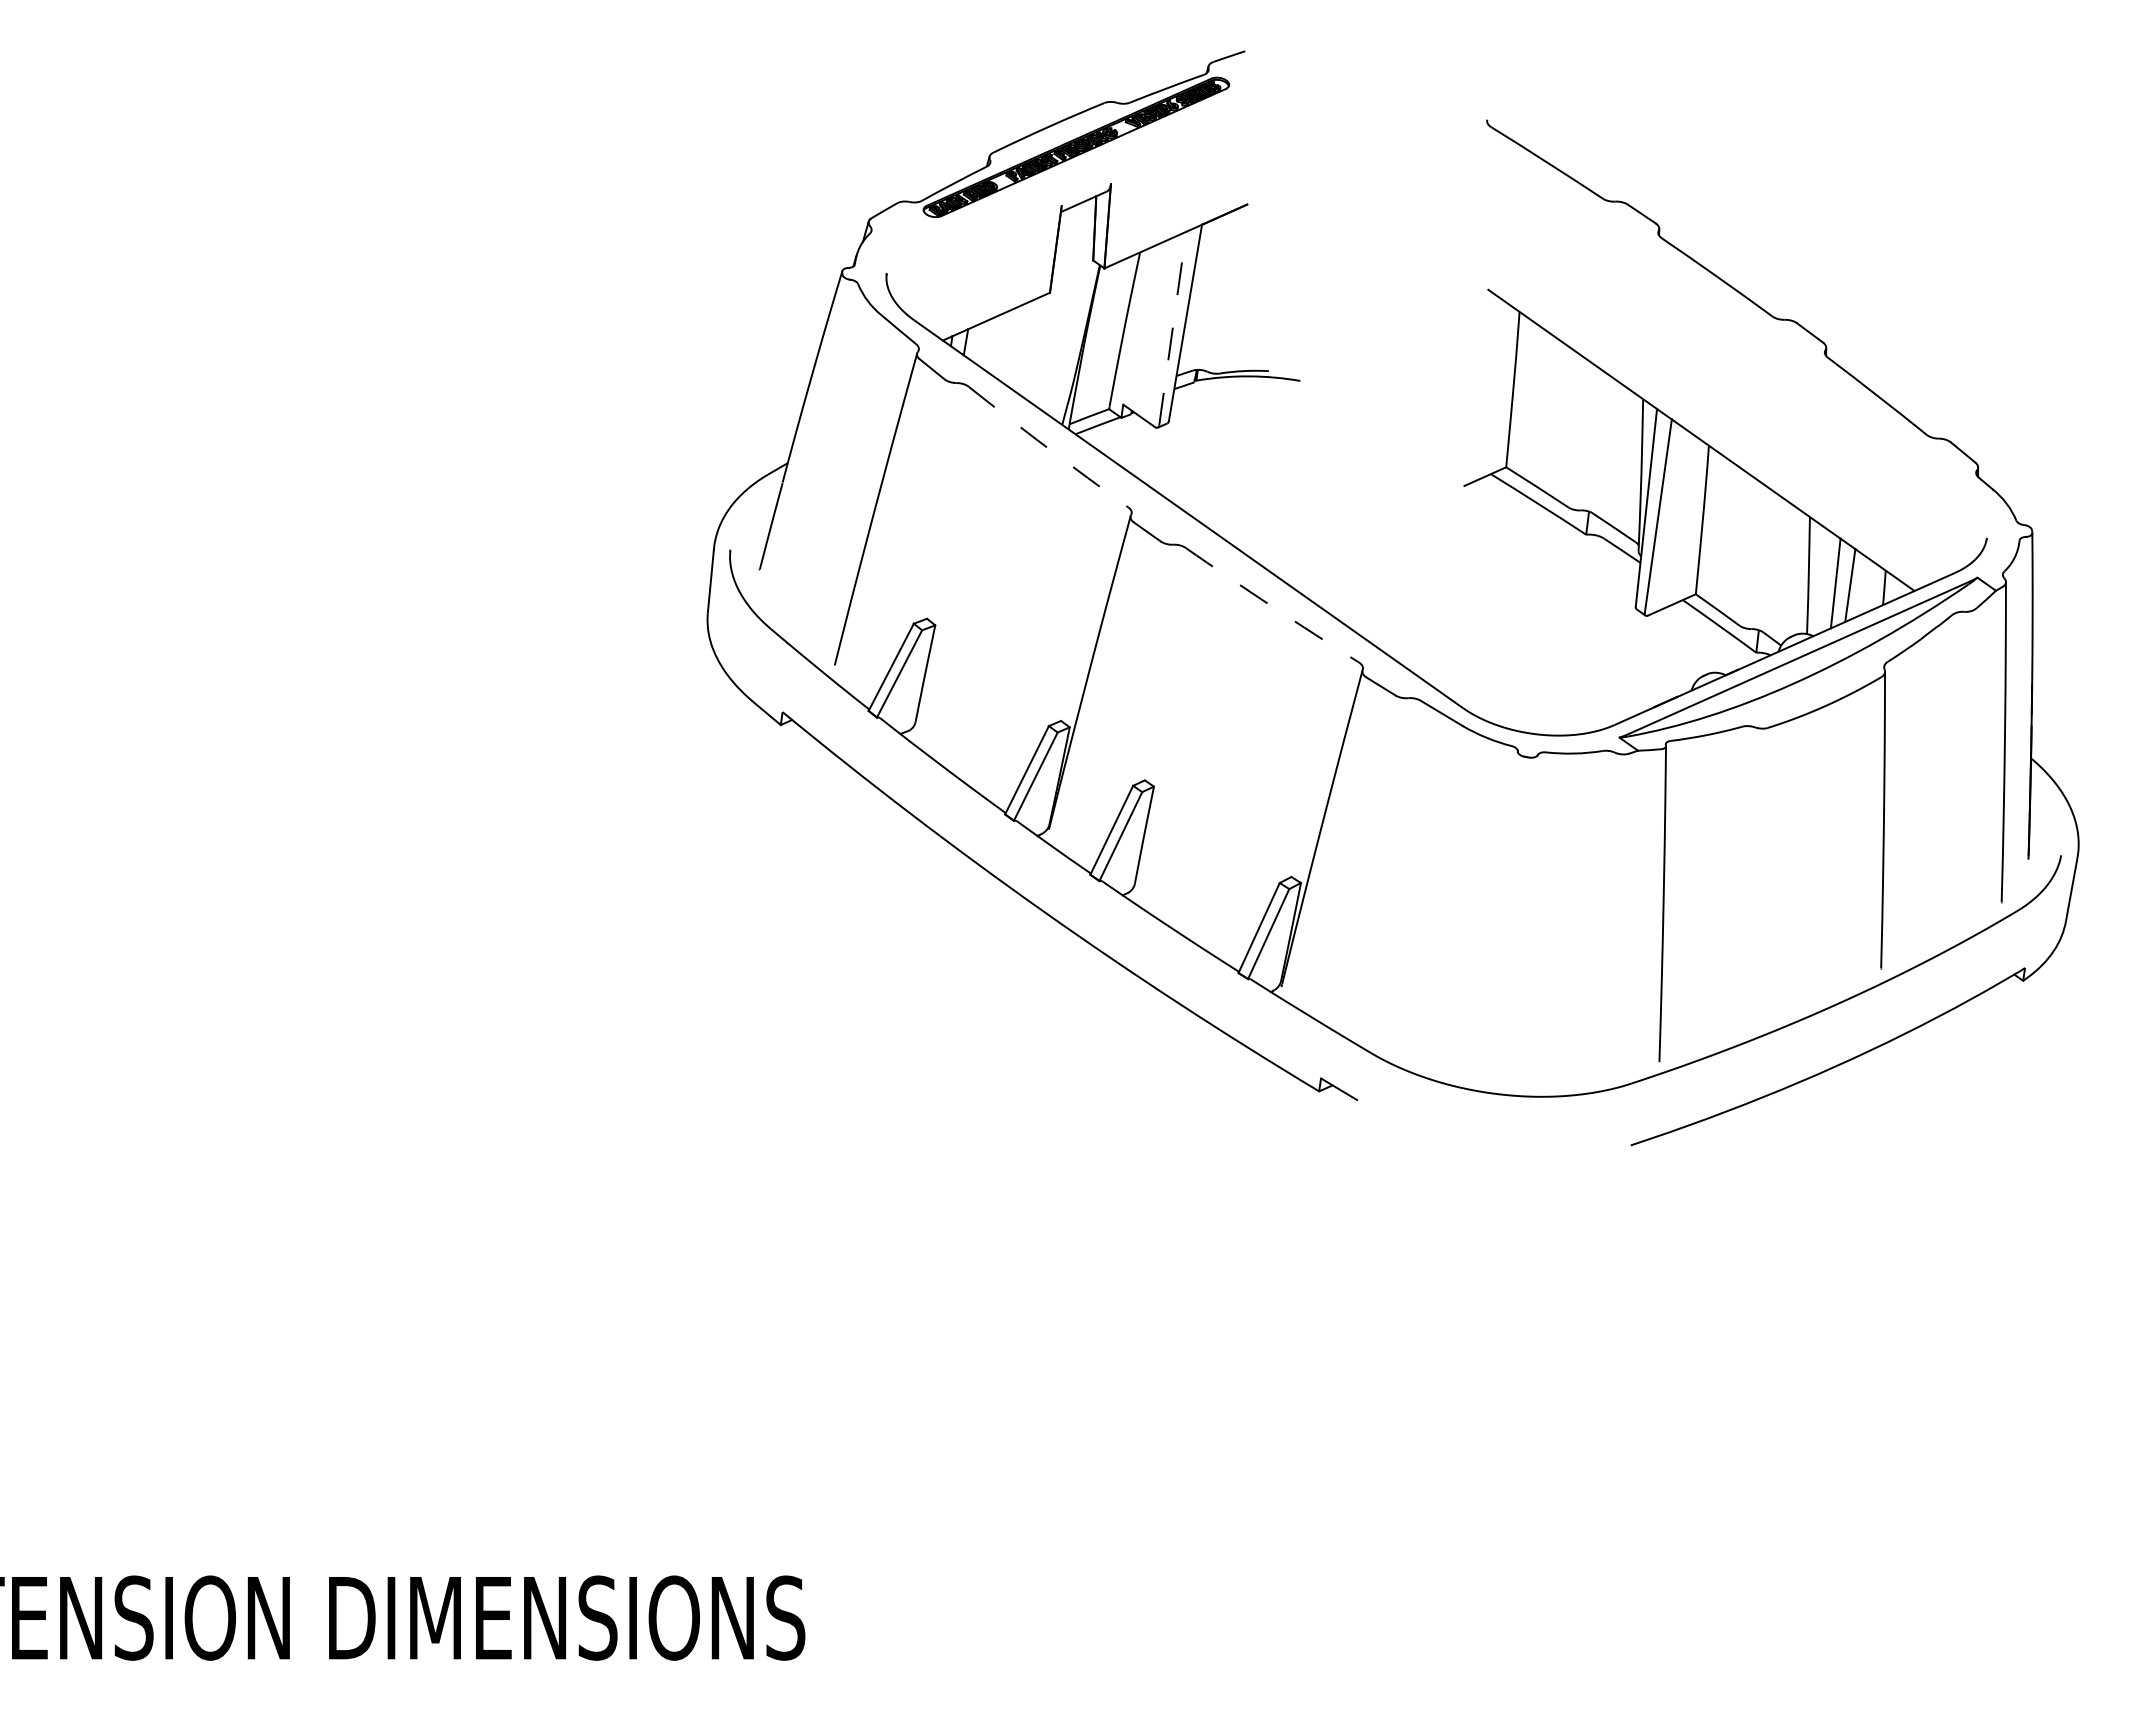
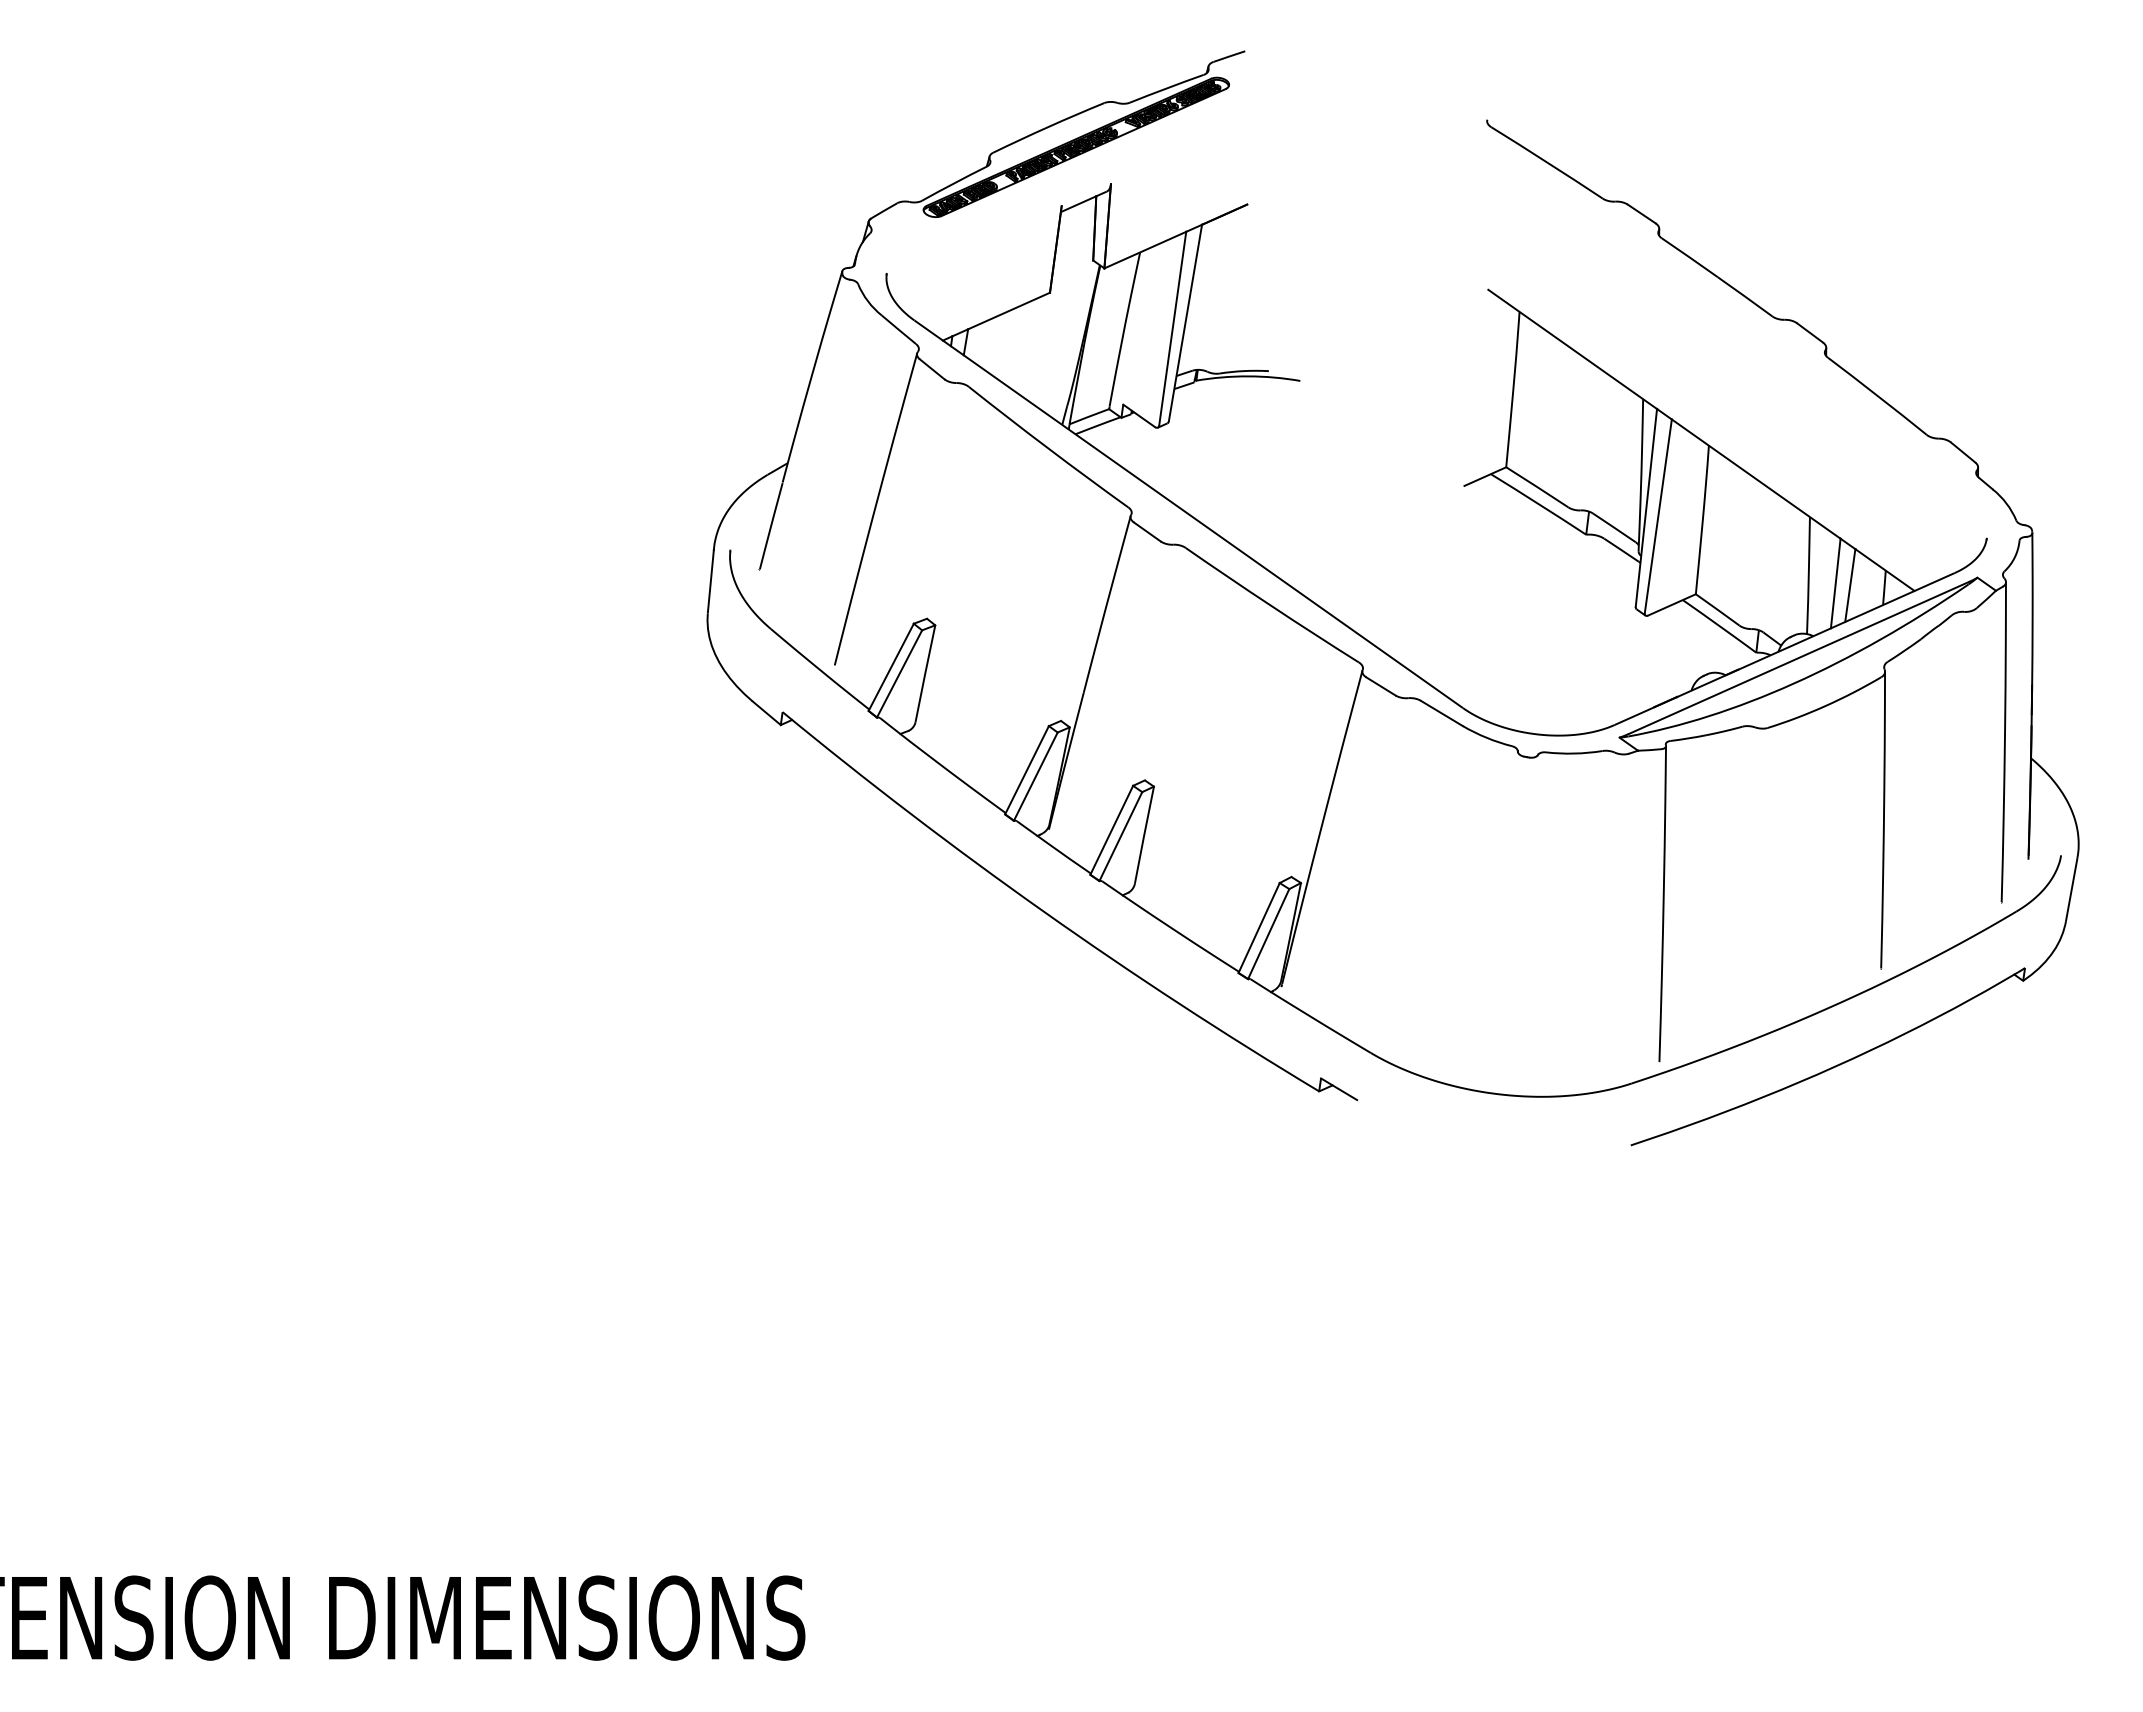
line at (1172, 328): dashed -> solid
arc at (1047, 448): dashed -> solid
arc at (1271, 606): dashed -> solid
